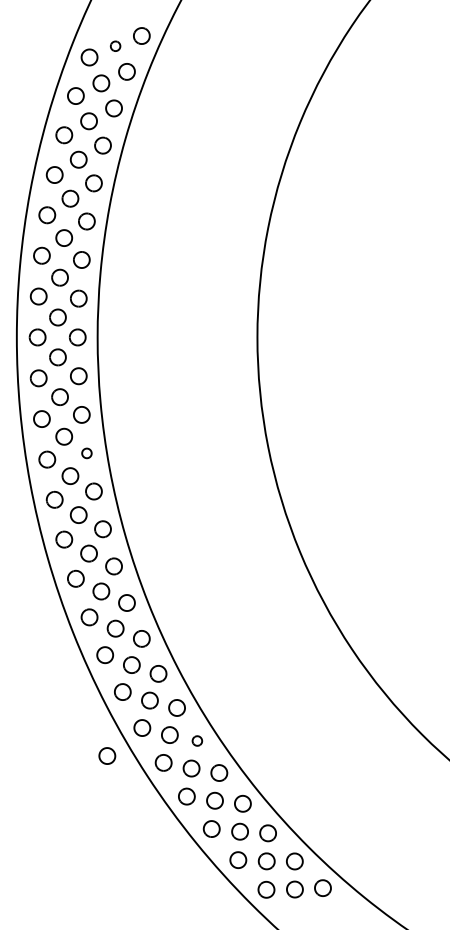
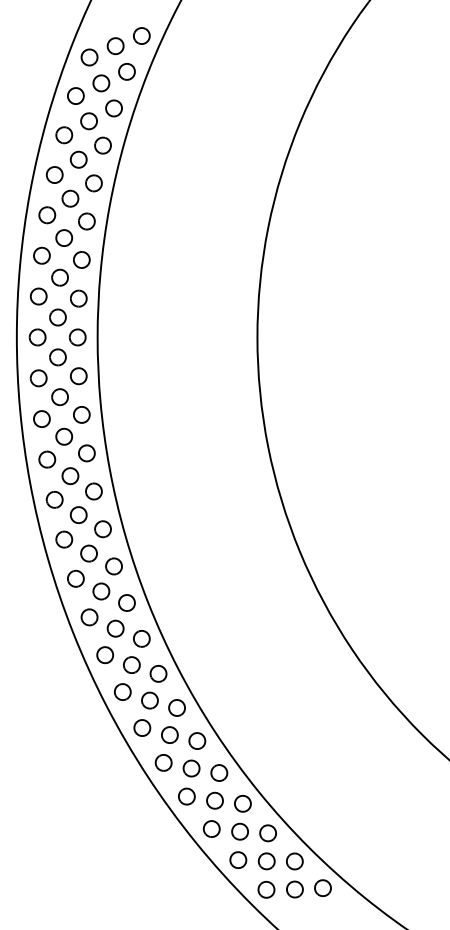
part at (115, 45) size: 13x12 px -> 19x19 px
part at (86, 453) size: 12x13 px -> 18x19 px
part at (197, 740) size: 13x12 px -> 19x18 px
part at (107, 755): present -> none
